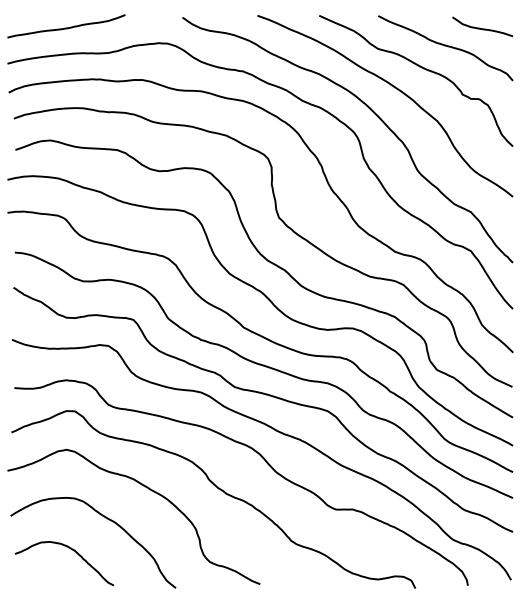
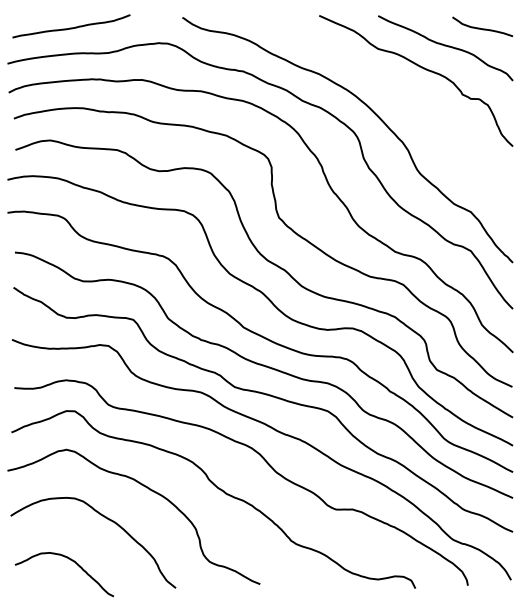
curve at (66, 27) position: (66, 27) -> (71, 27)
curve at (397, 90): present -> none
curve at (73, 551) position: (73, 551) -> (73, 562)
